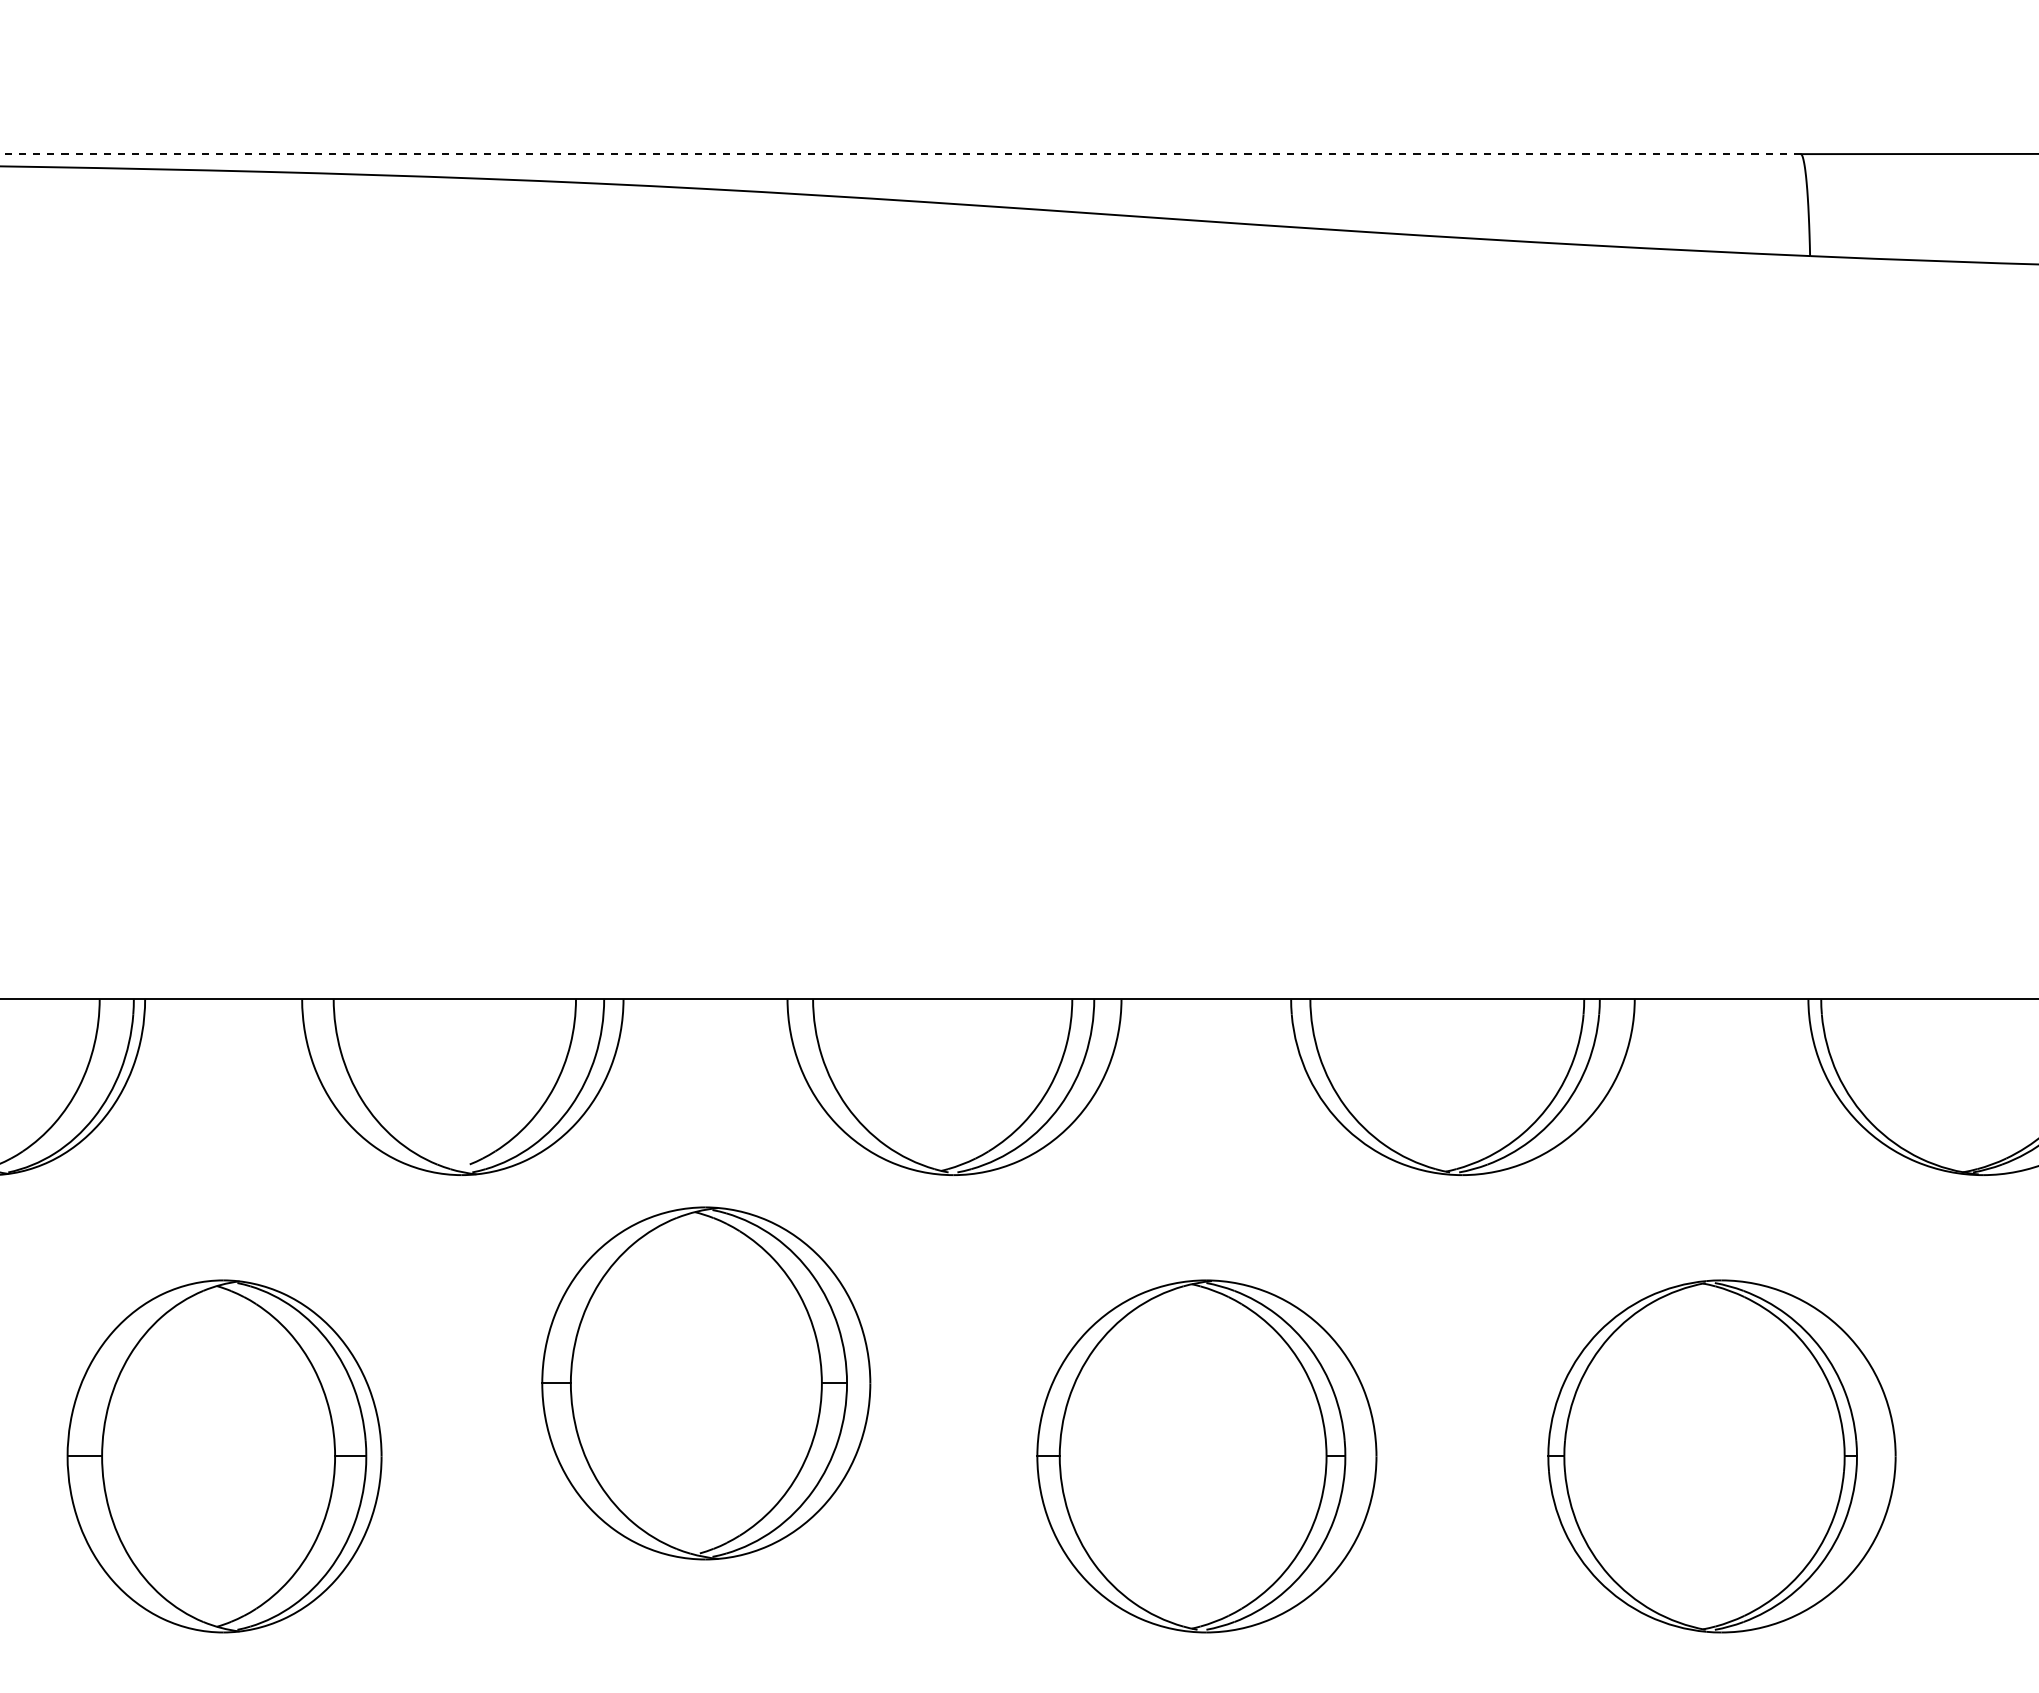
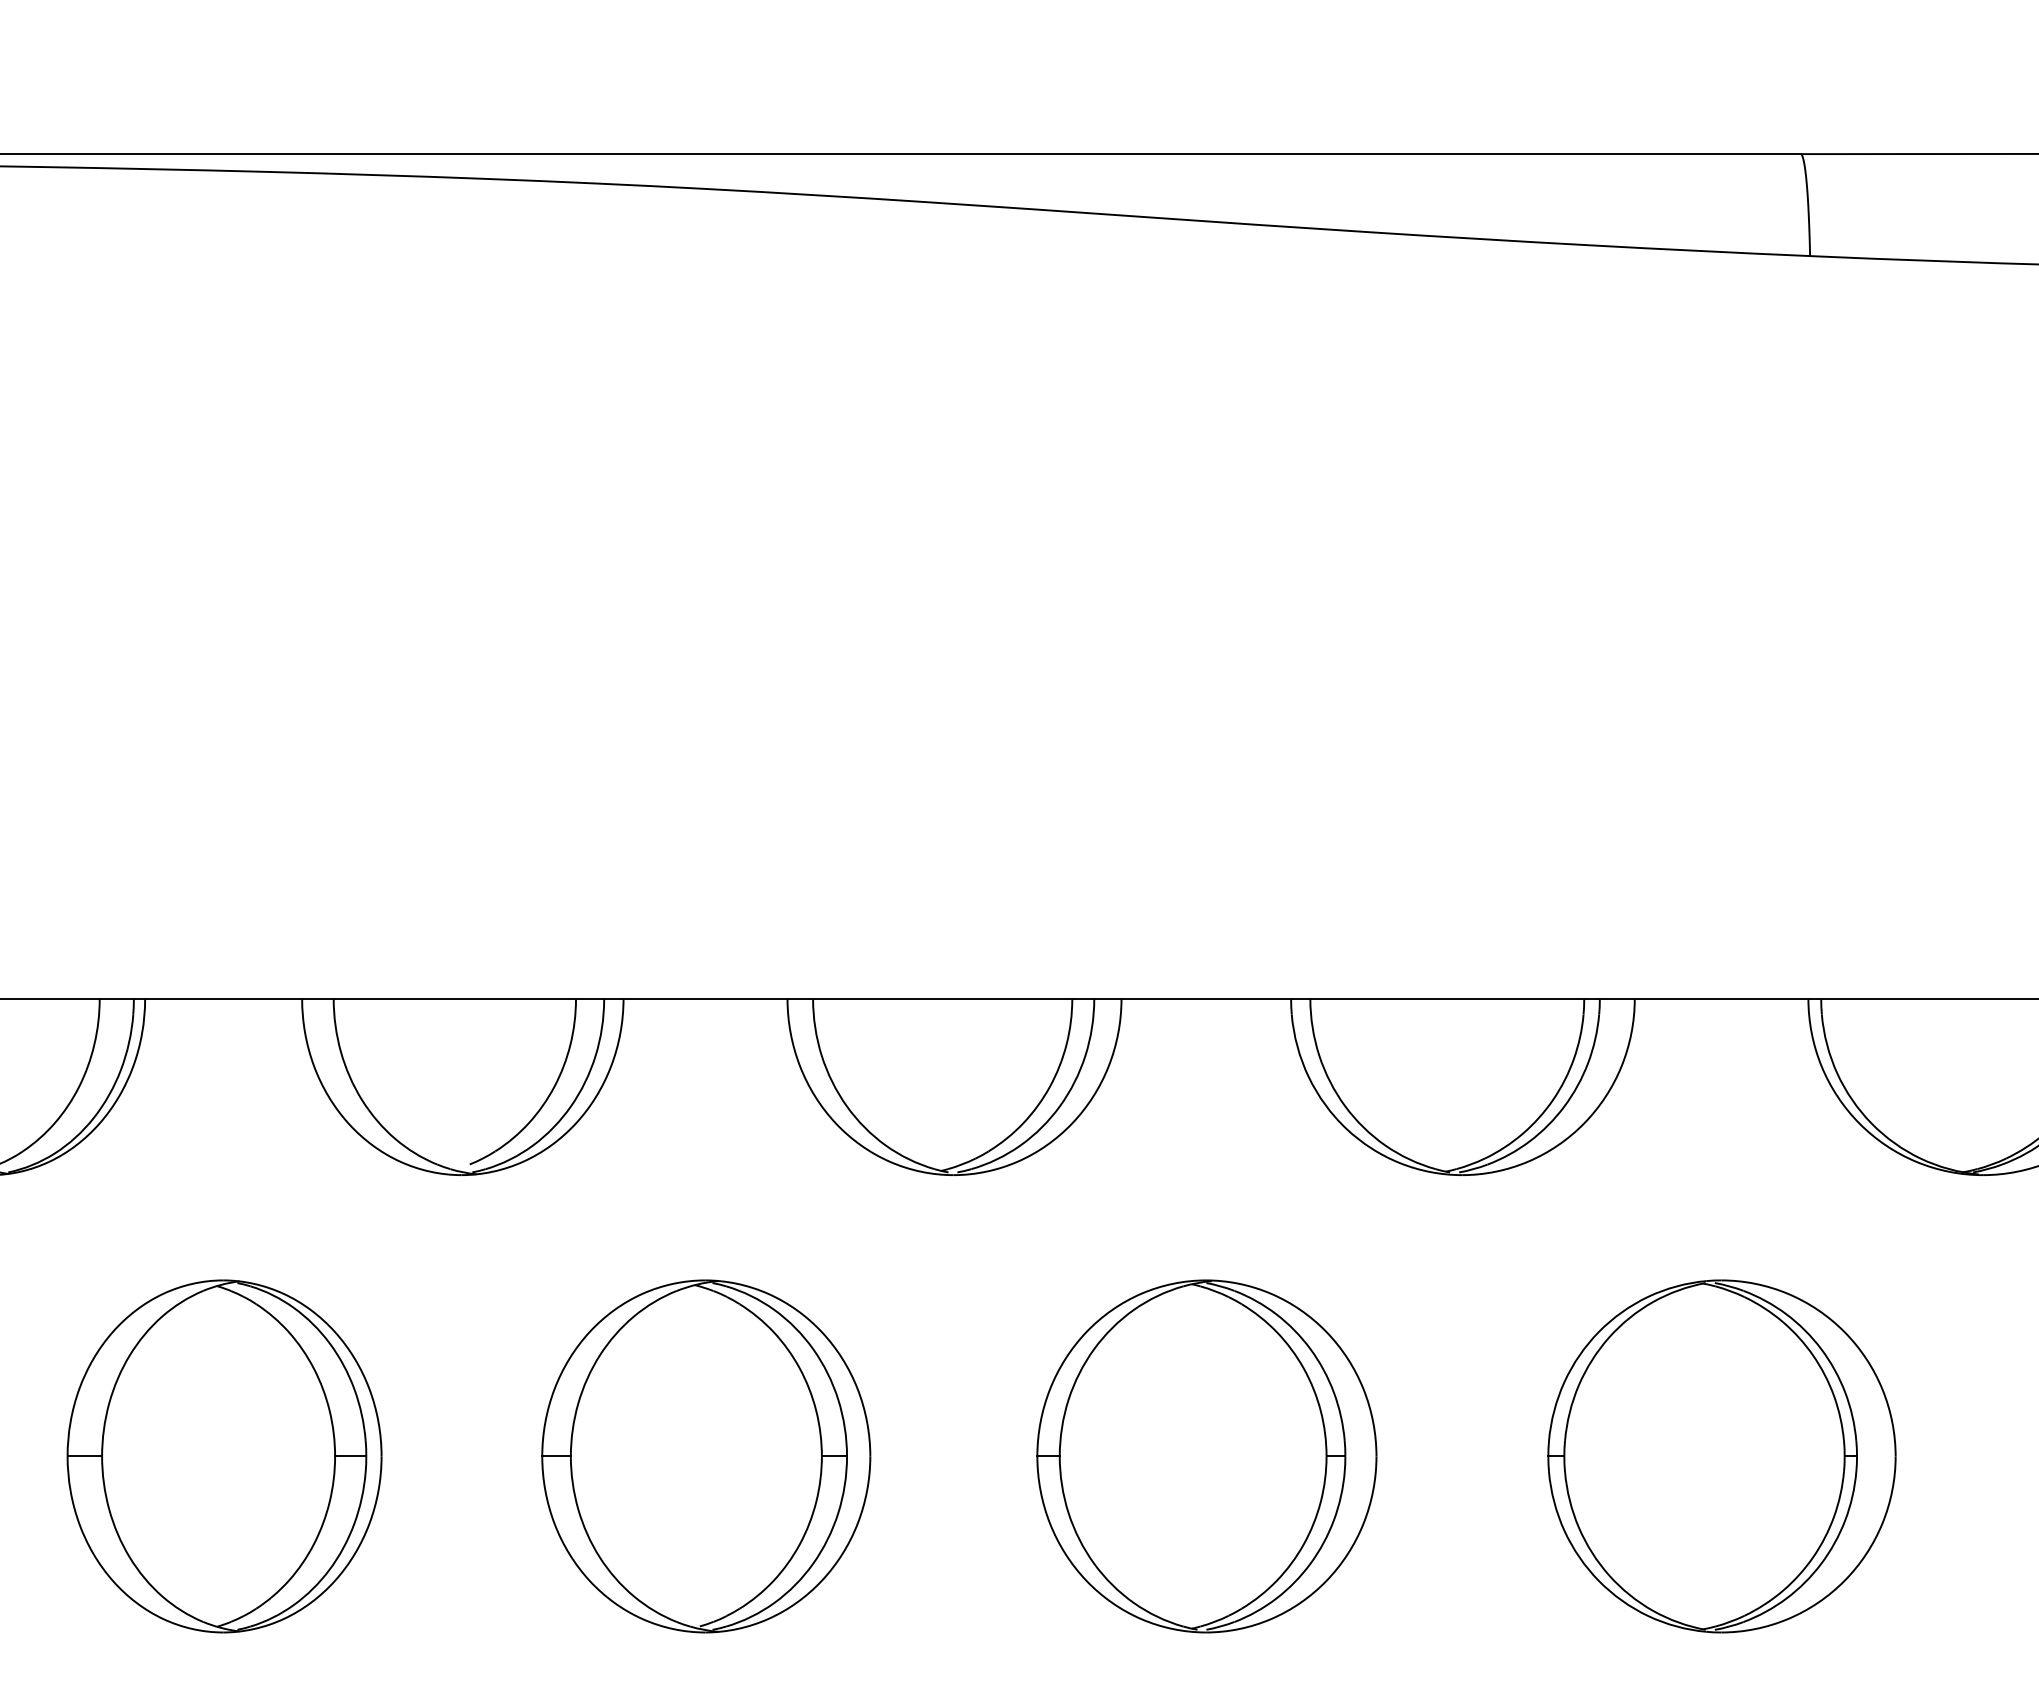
line at (900, 154): dashed -> solid
part at (706, 1383) position: (706, 1383) -> (706, 1456)
